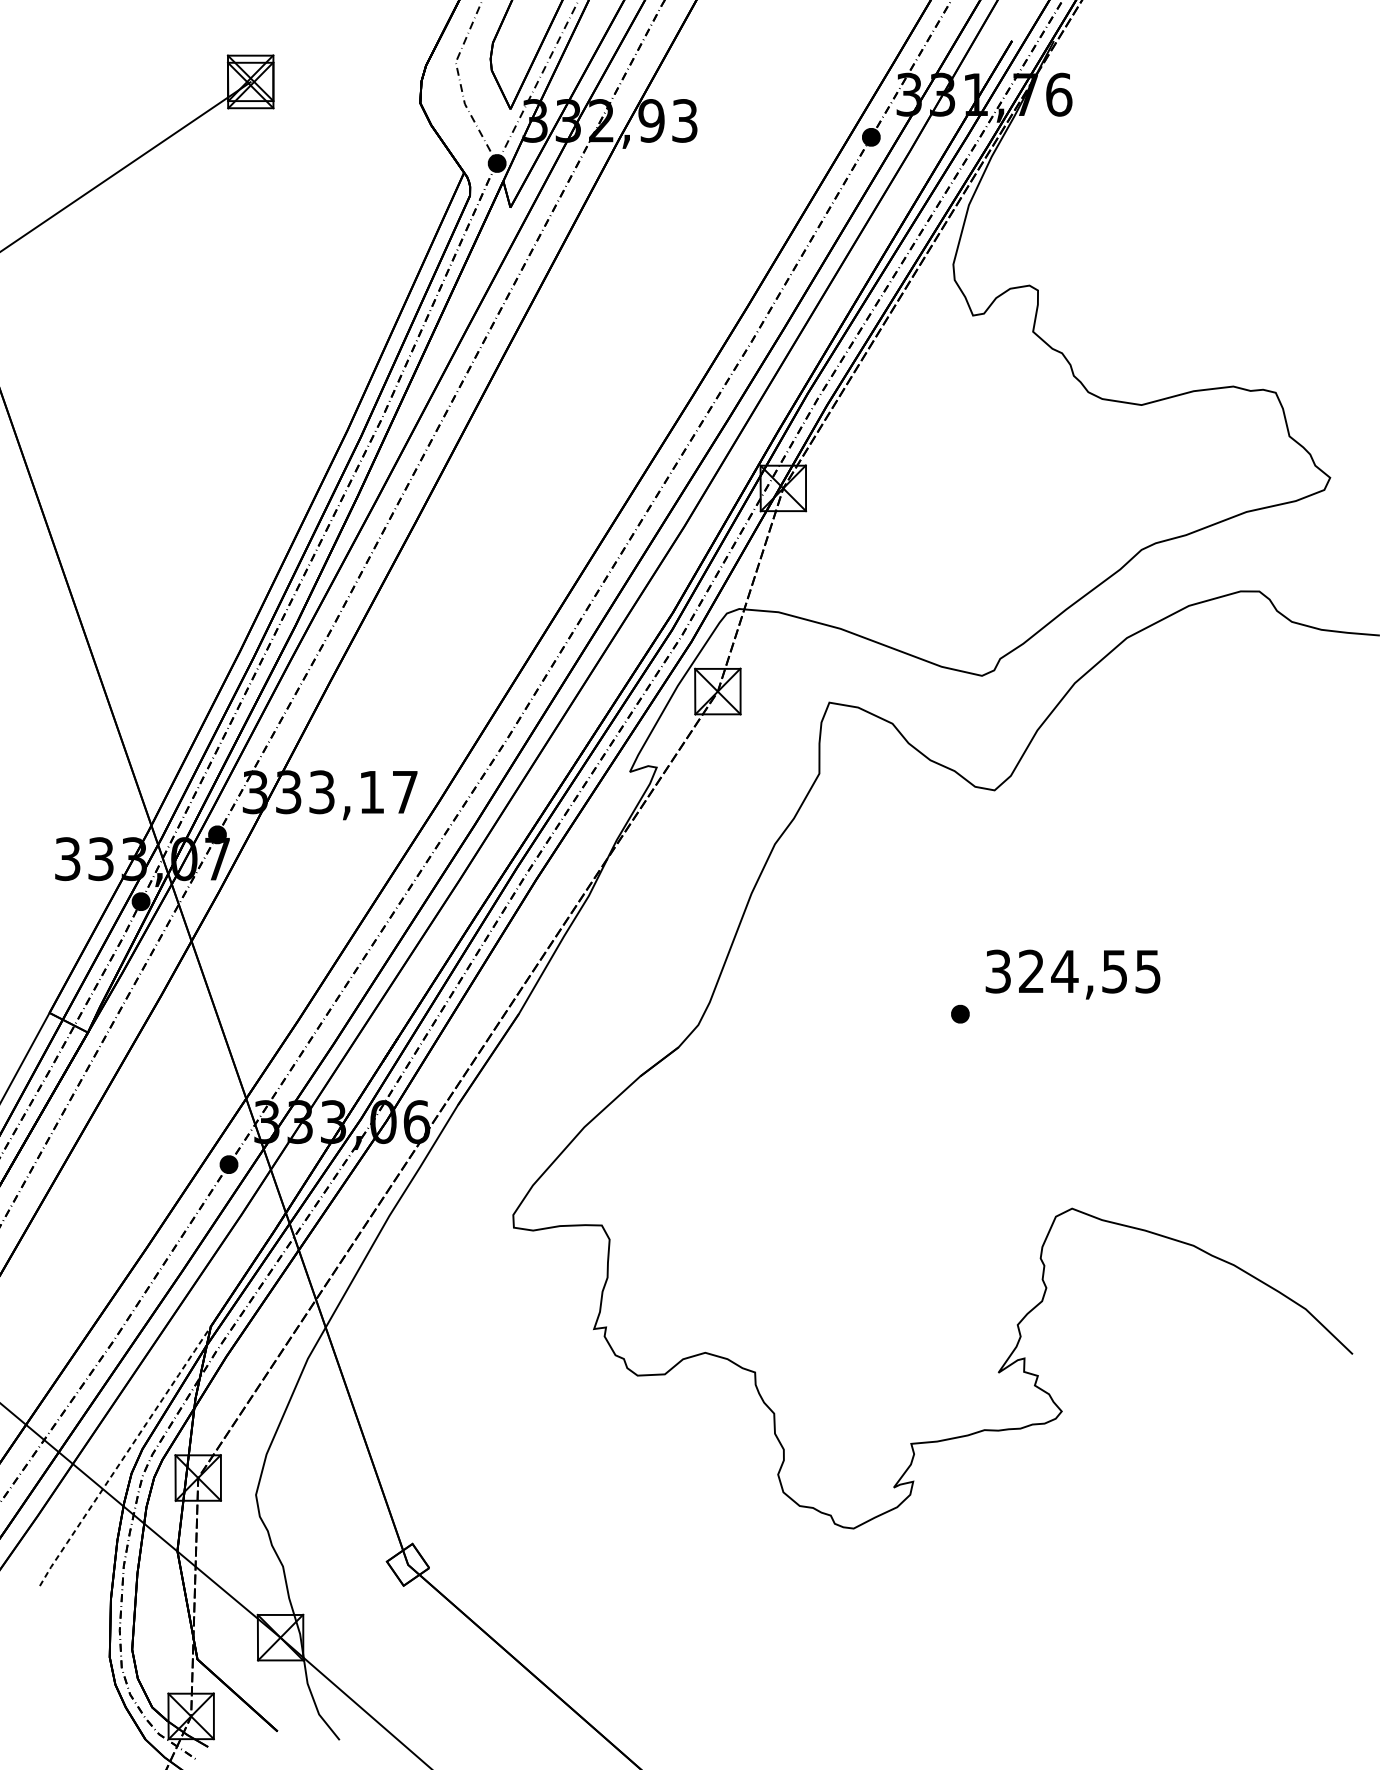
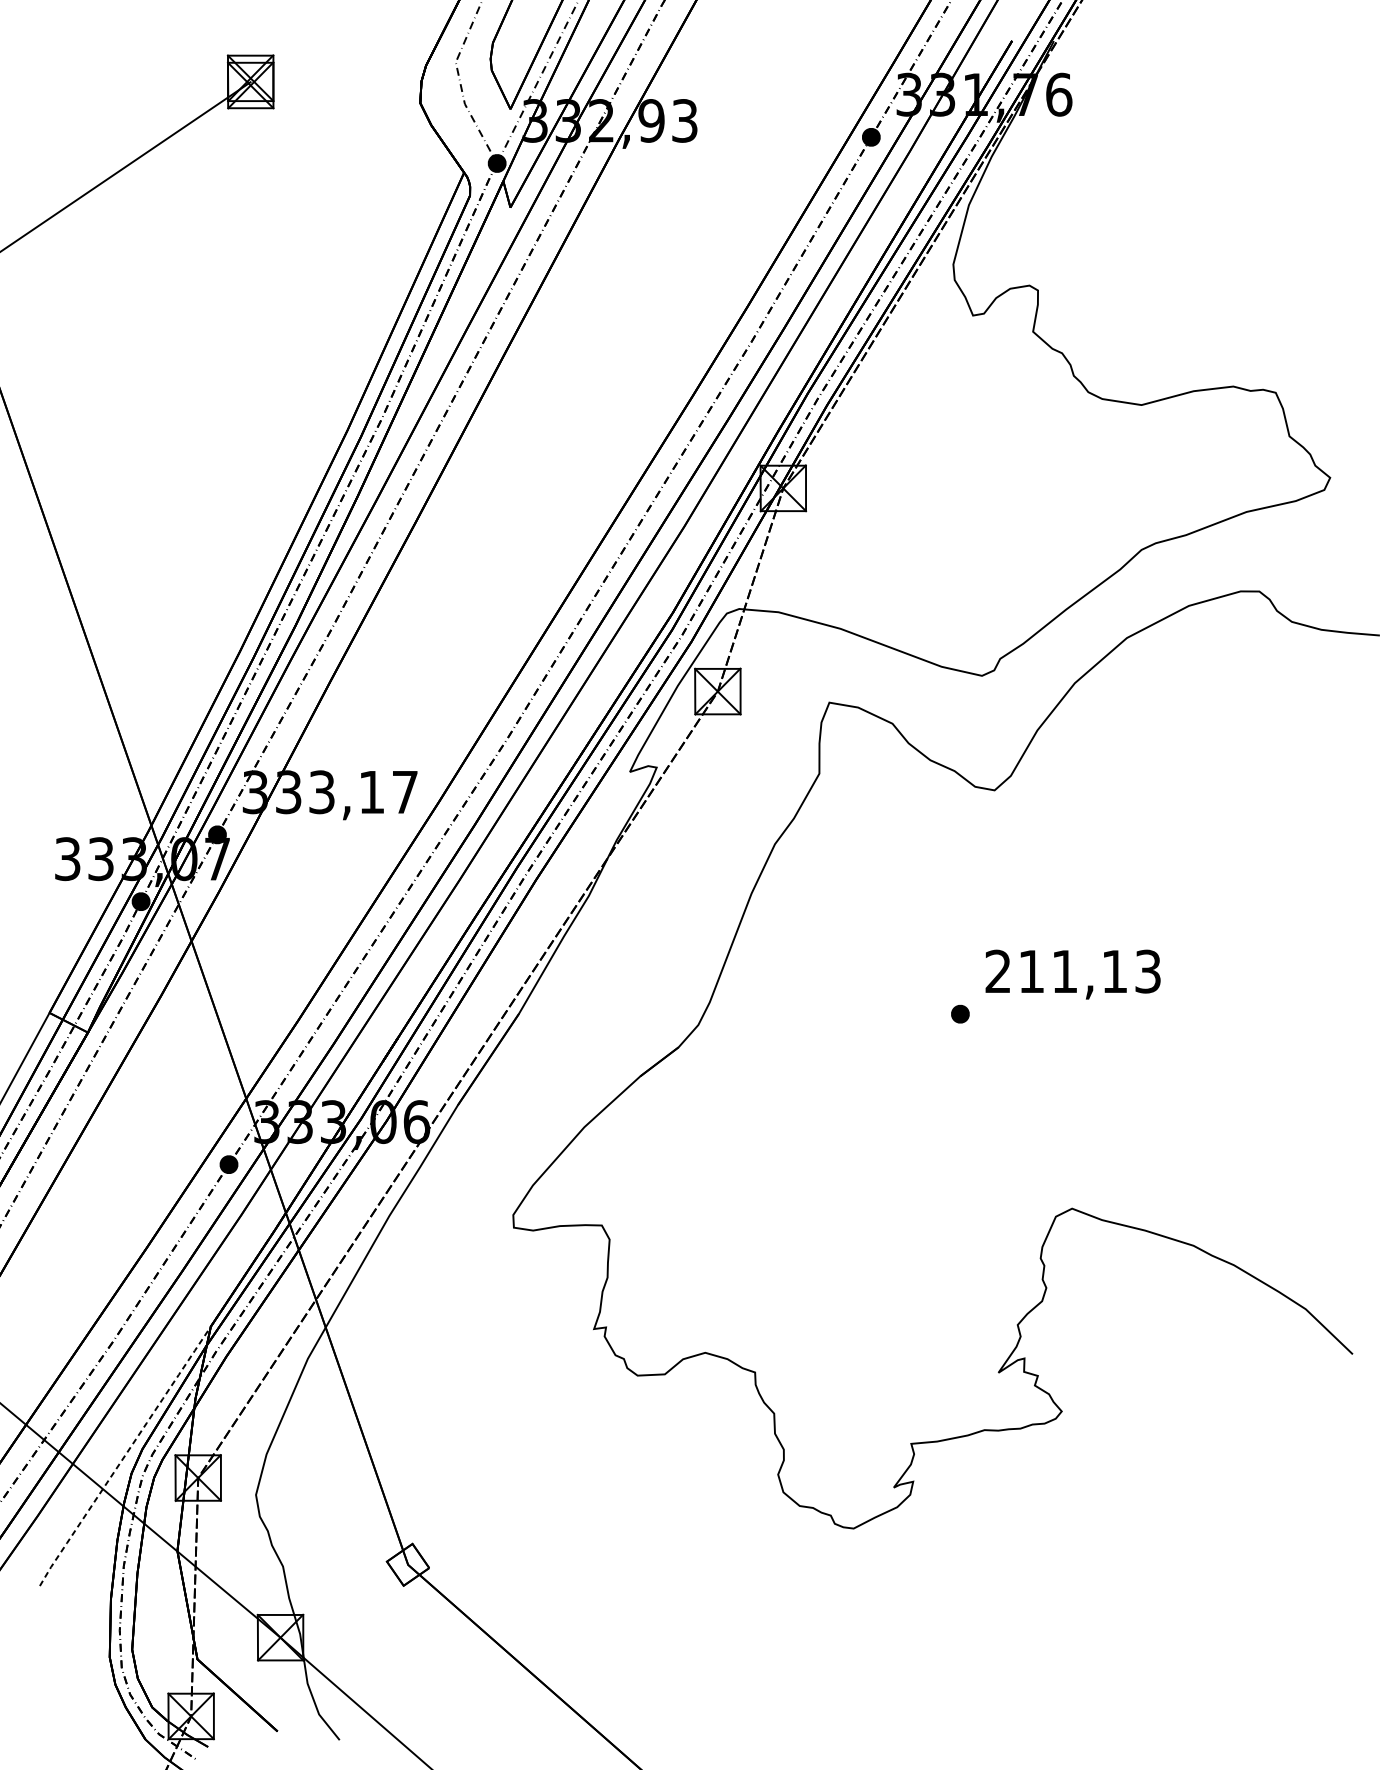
text at (1072, 971): 324,55 -> 211,13
